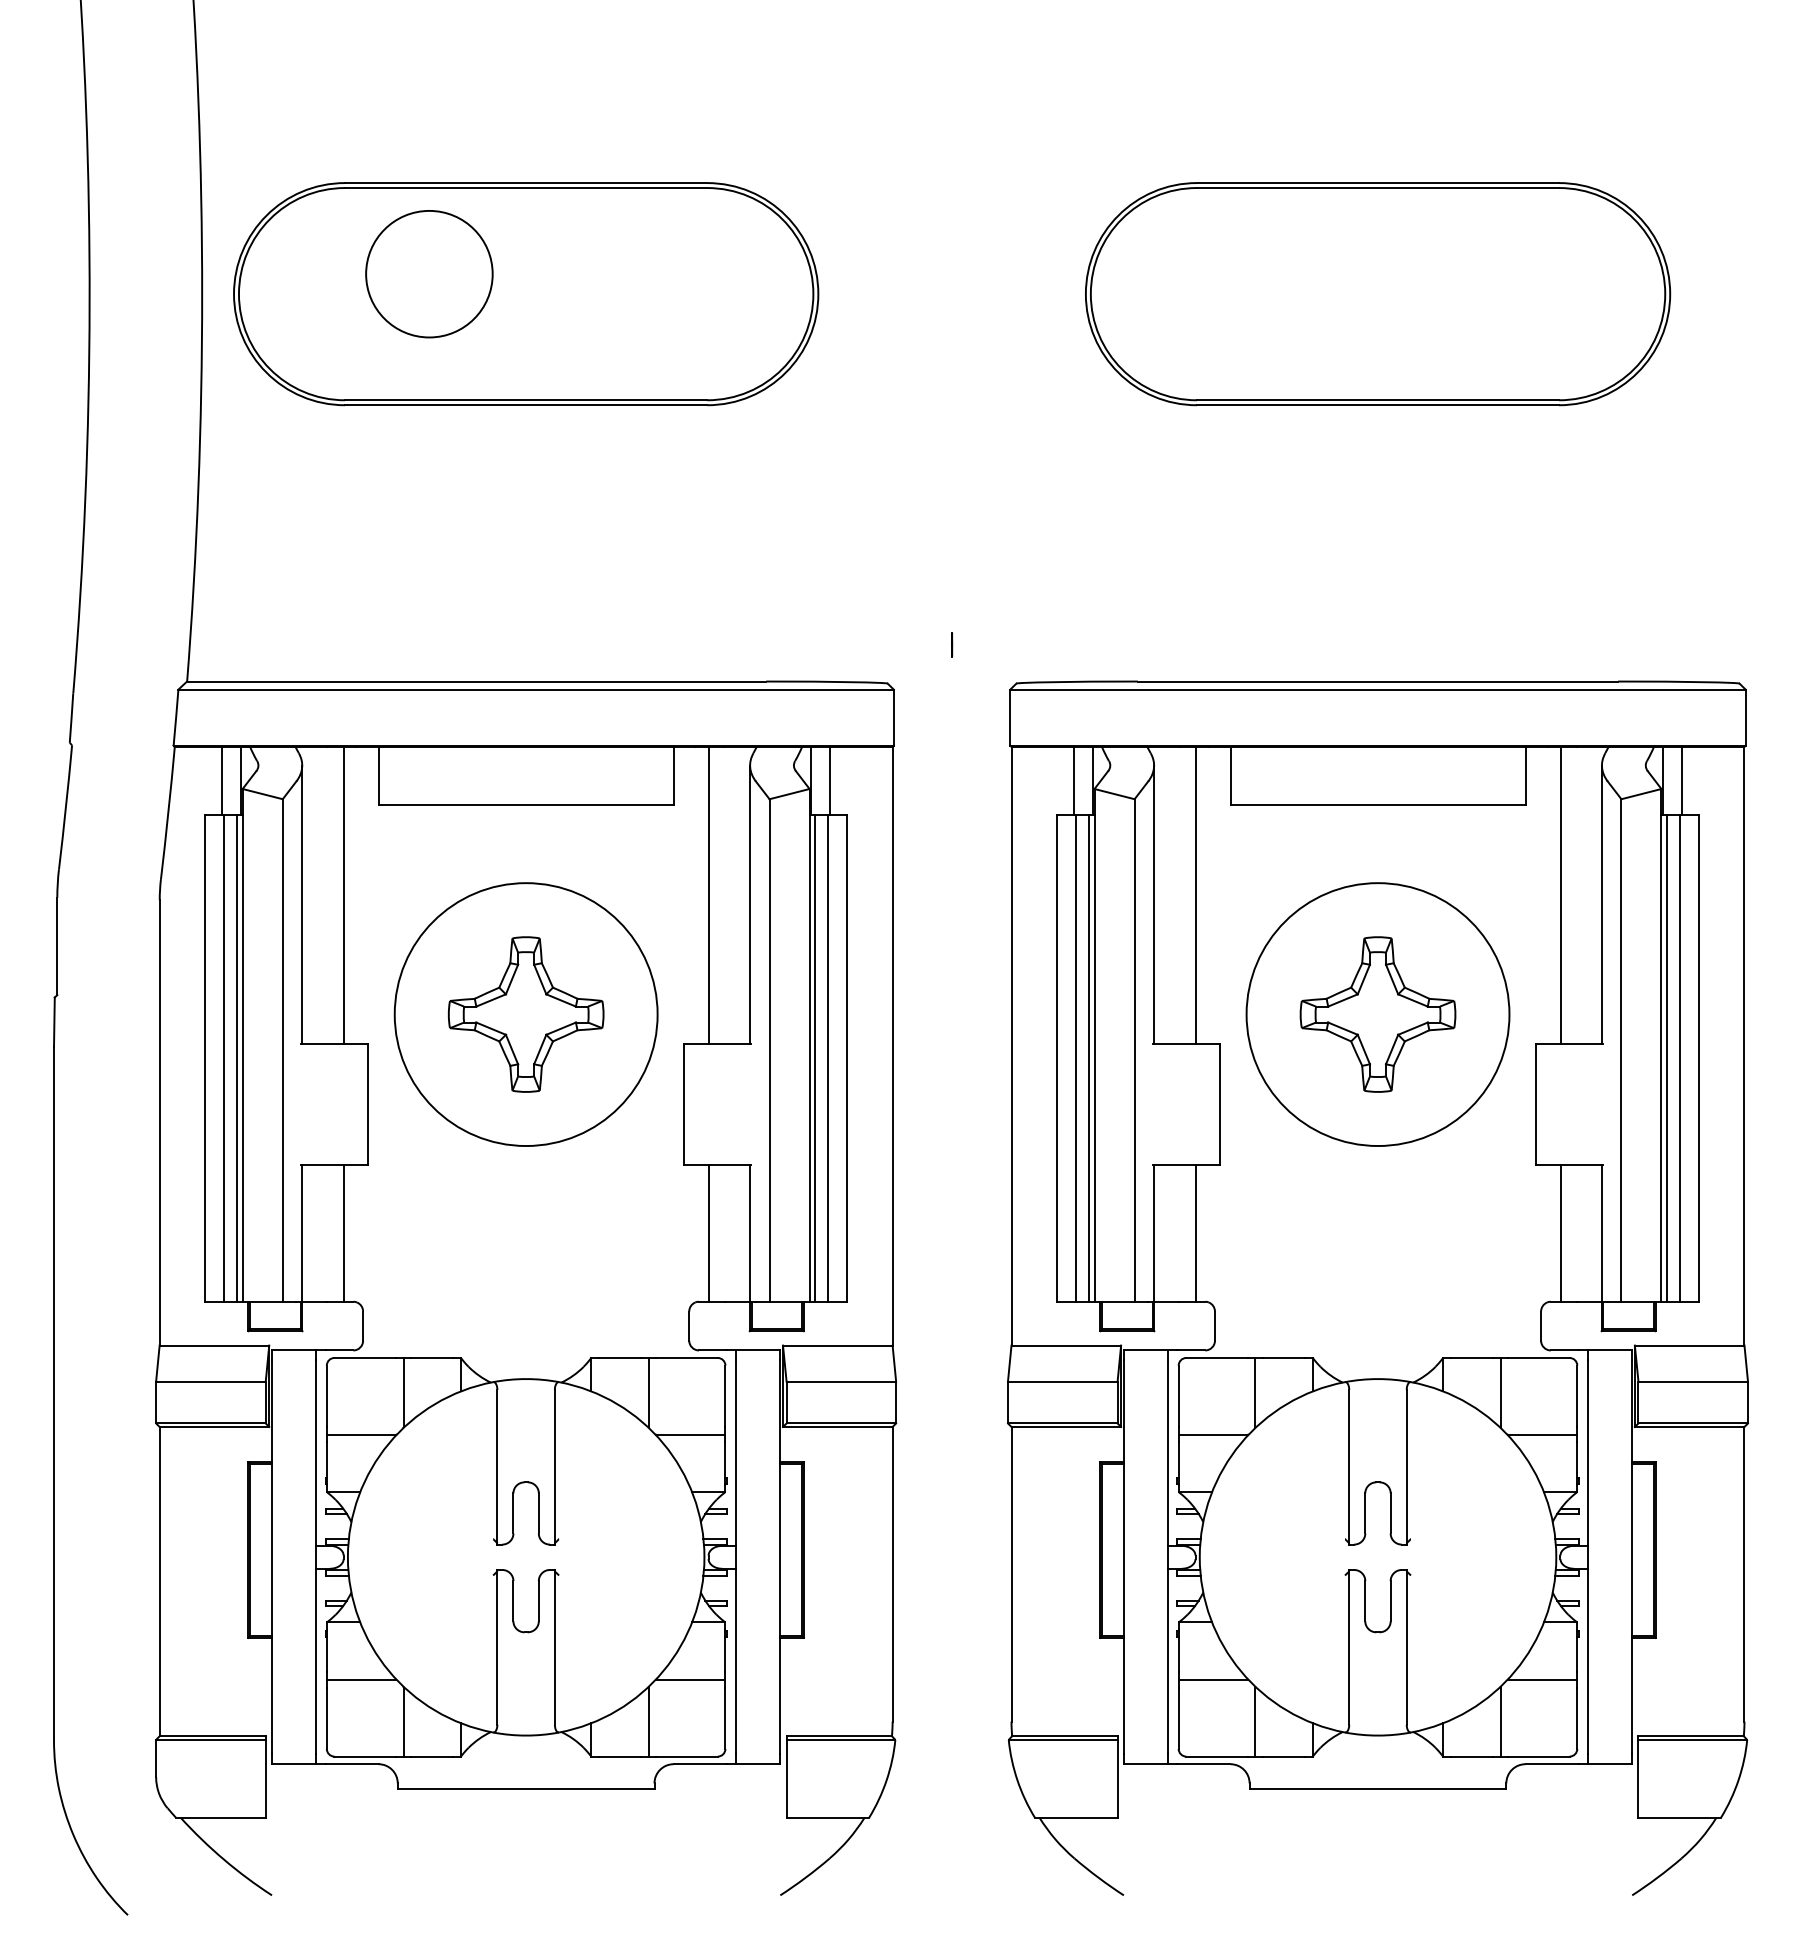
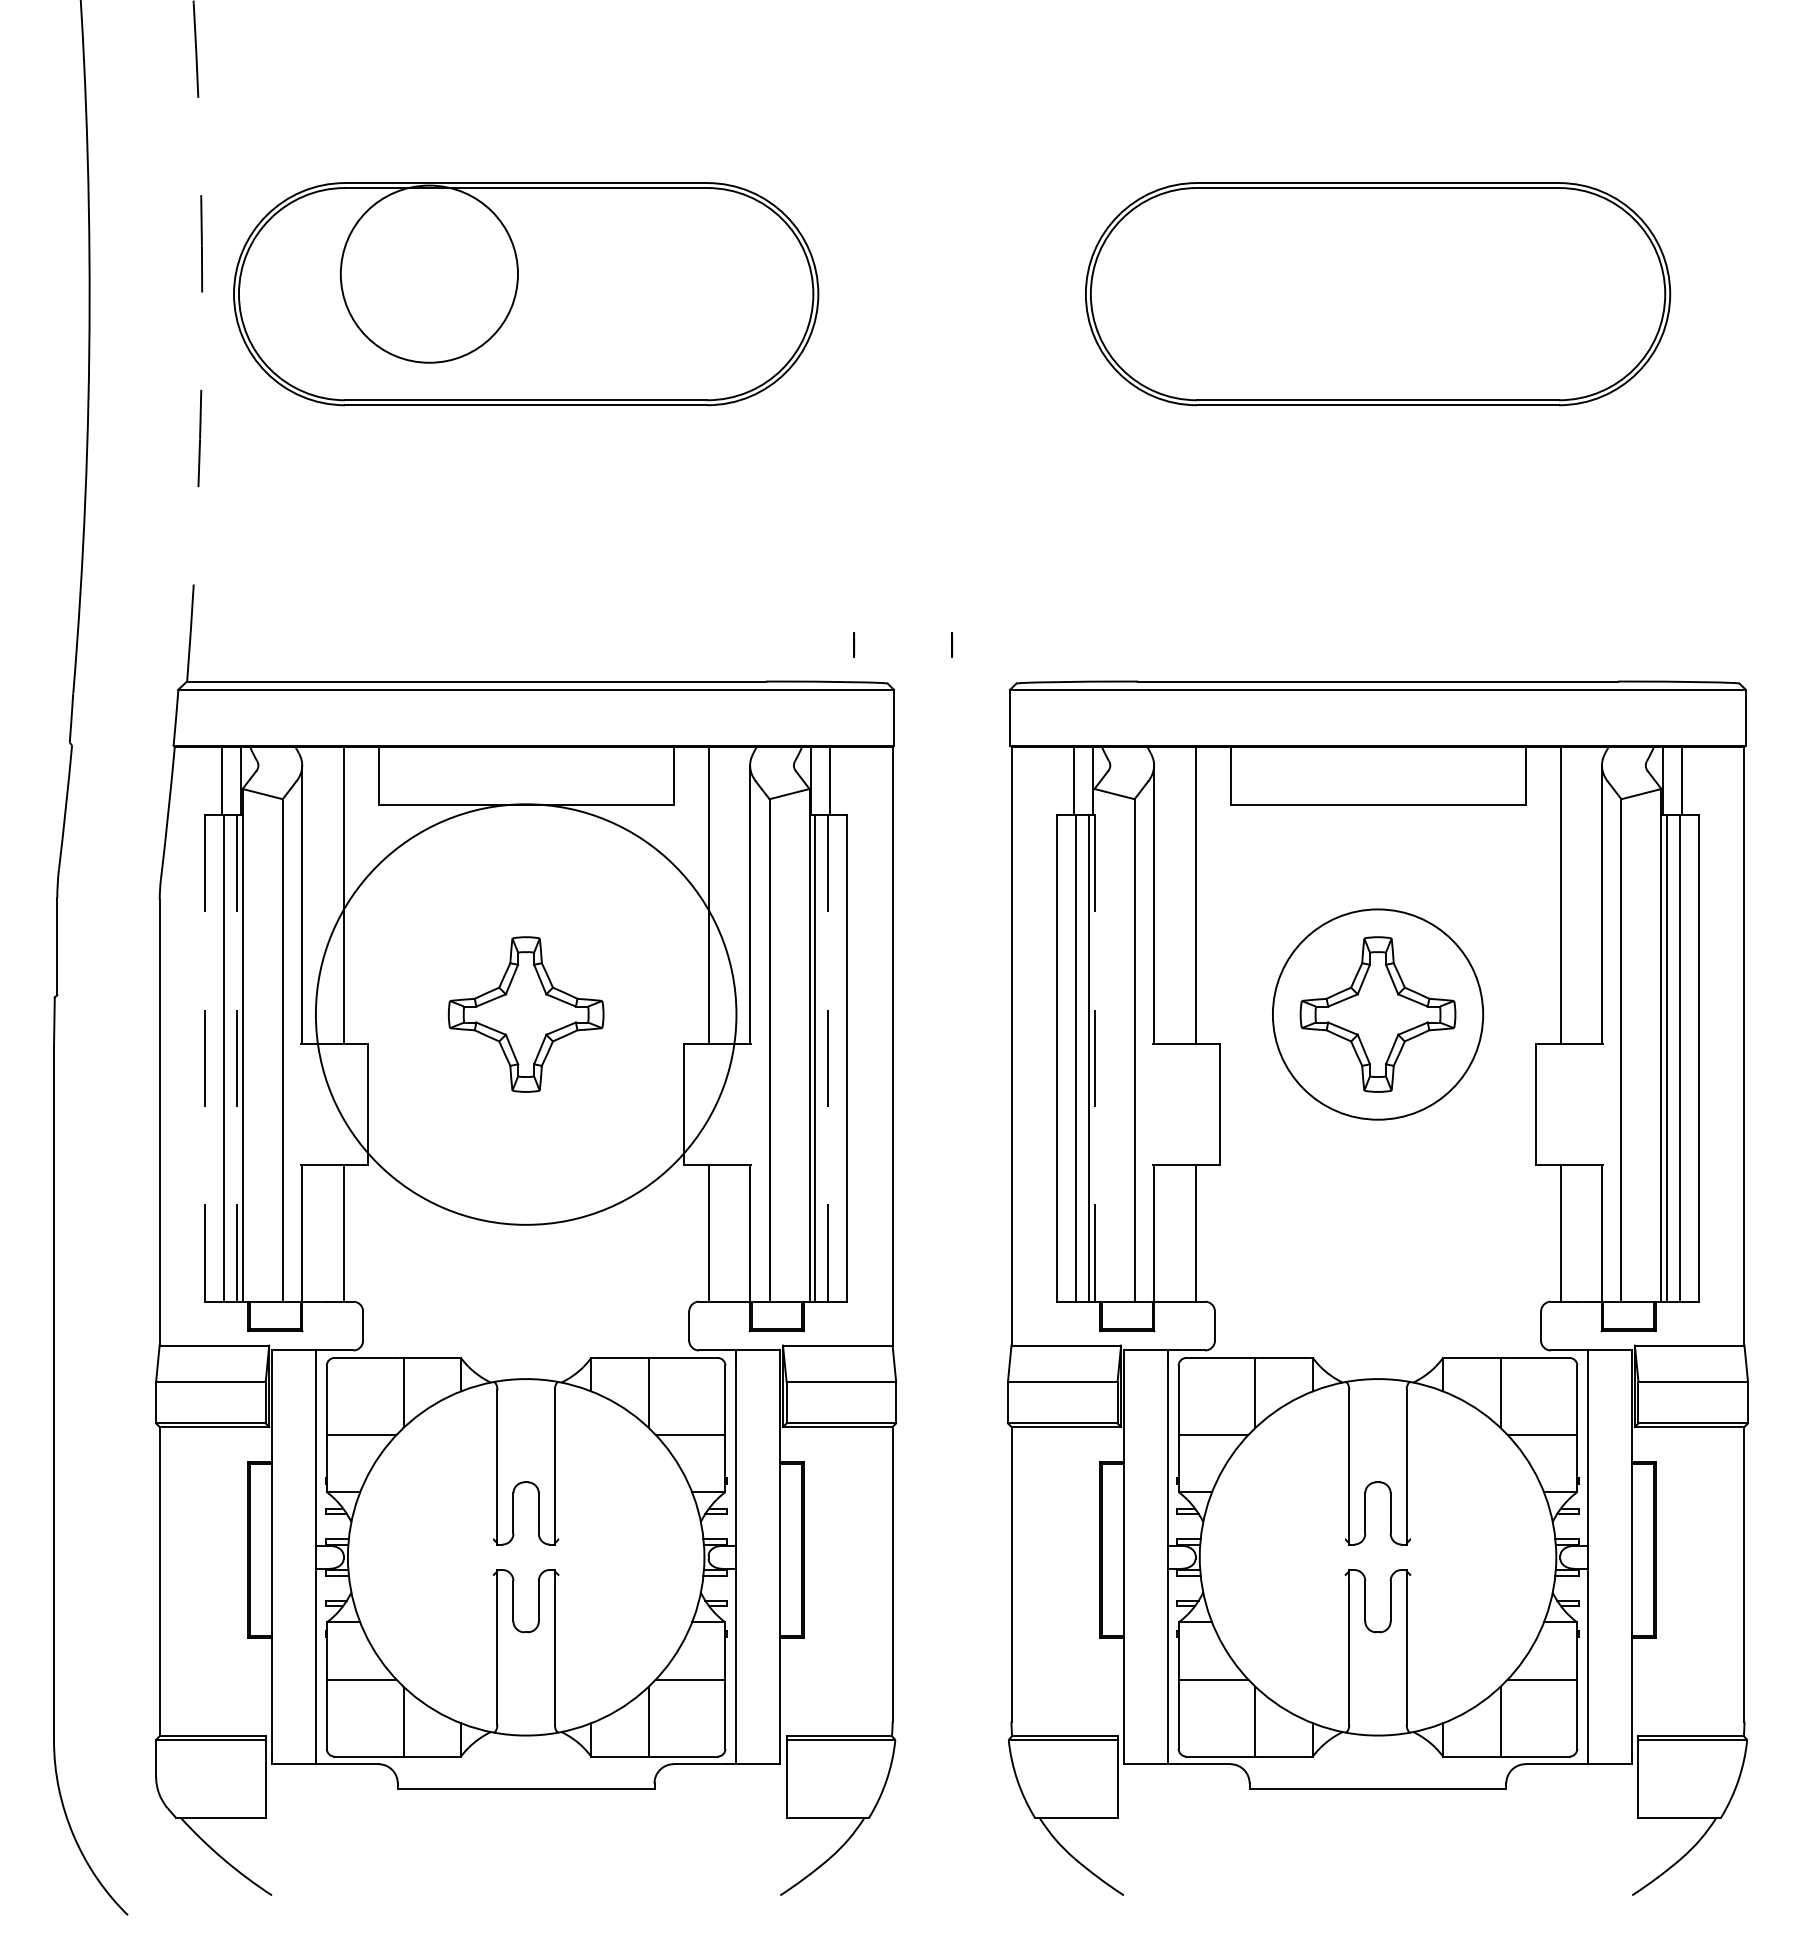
circle at (429, 273) diameter: 127 px -> 177 px
arc at (201, 340): solid -> dashed
line at (854, 644): none -> present
circle at (525, 1014) diameter: 263 px -> 421 px
circle at (1377, 1014) diameter: 263 px -> 210 px
line at (1094, 1044): solid -> dashed
line at (204, 1057): solid -> dashed
line at (237, 1057): solid -> dashed
line at (827, 1057): solid -> dashed
